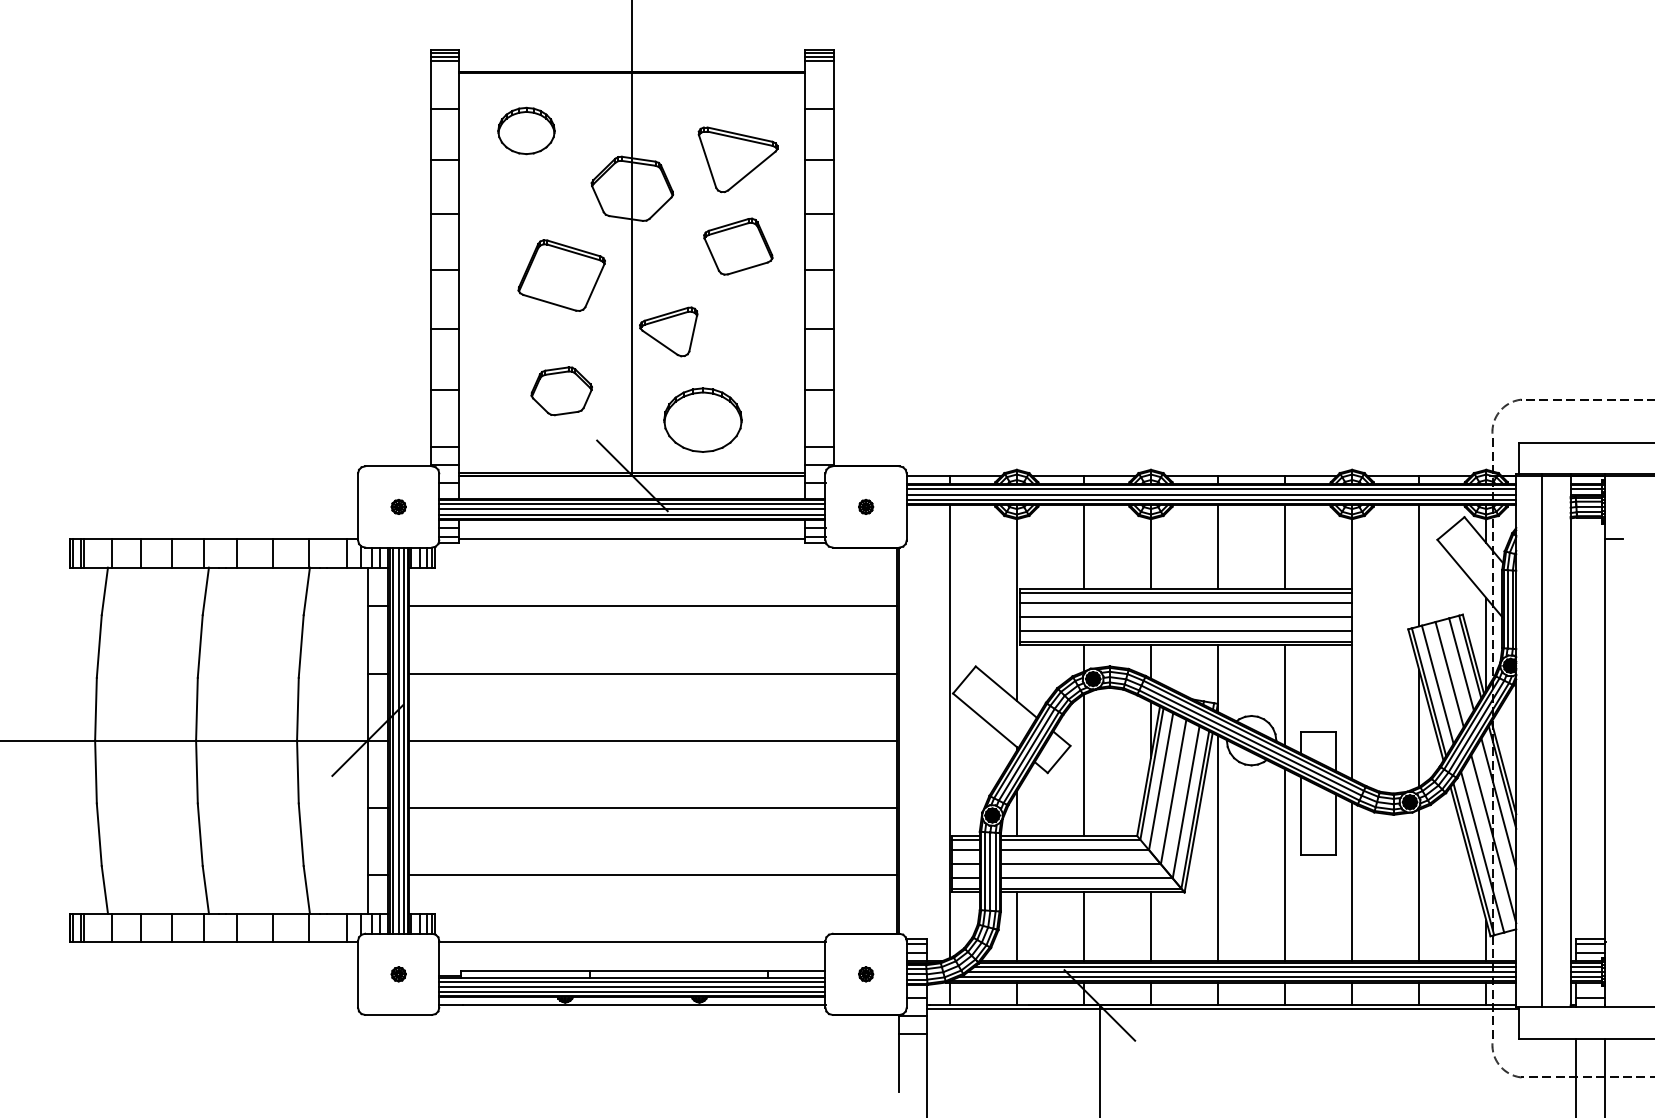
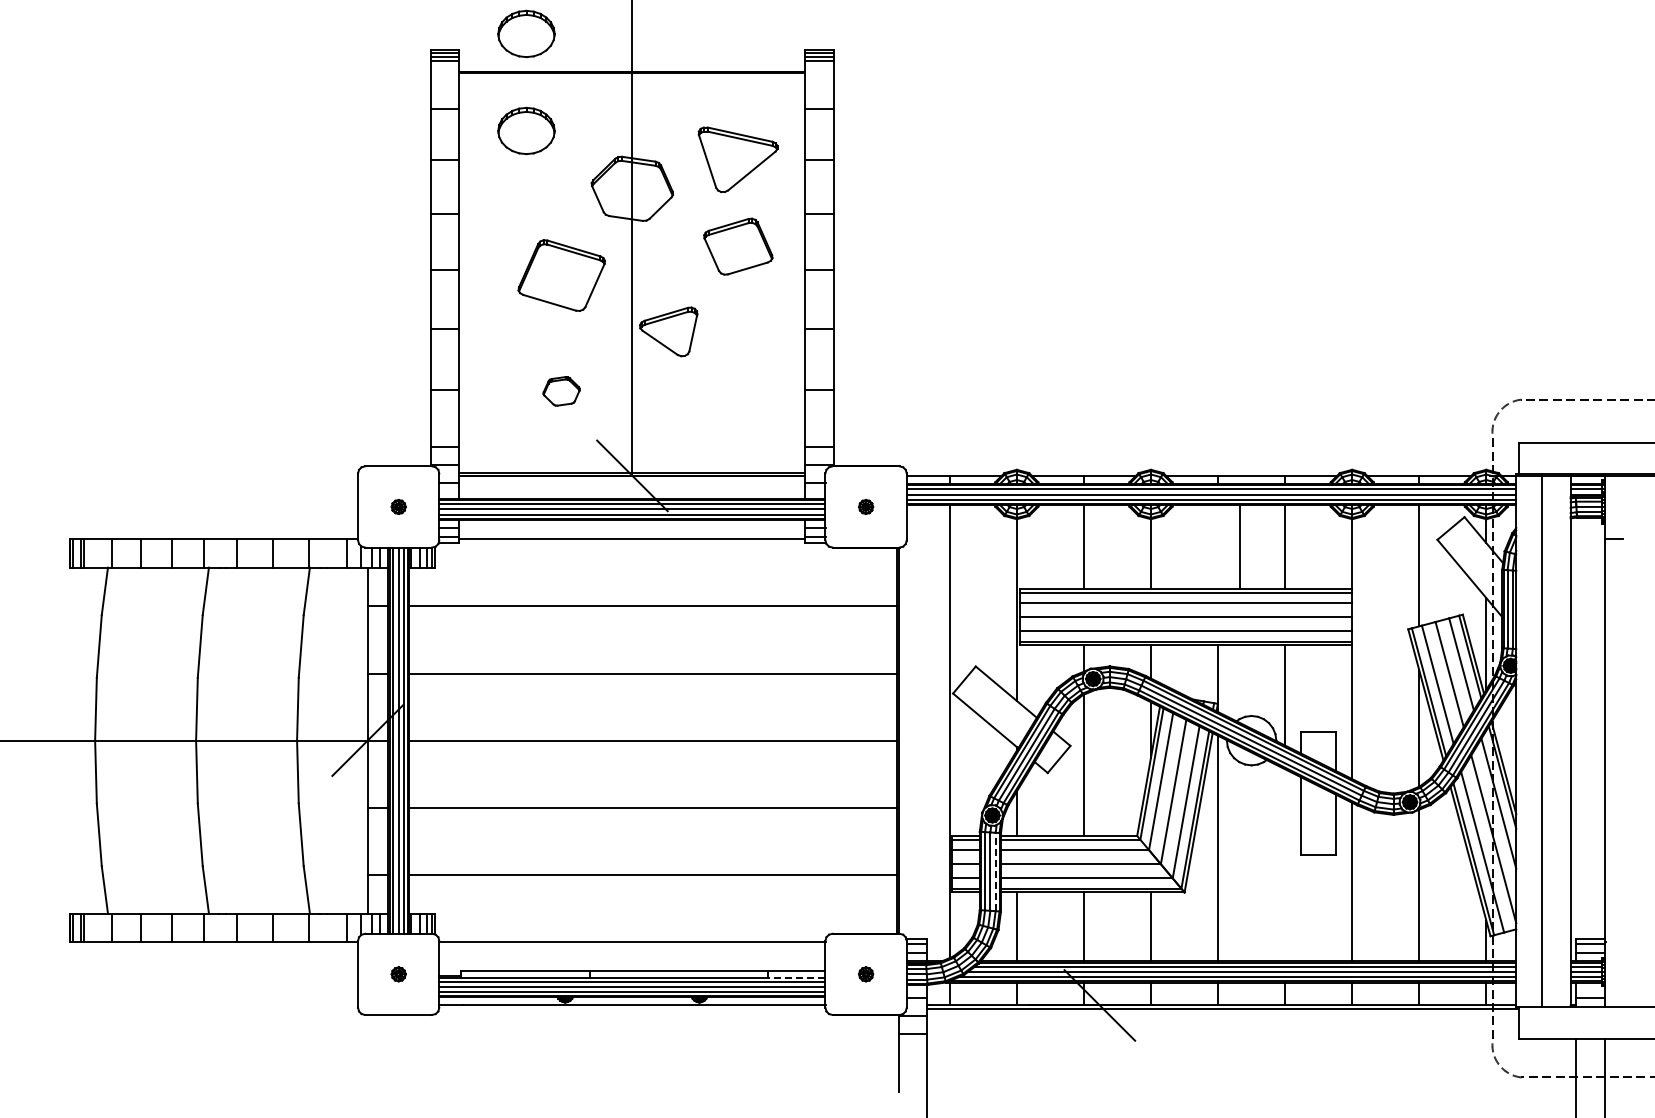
part at (526, 33): none -> present
part at (561, 391) size: 63x51 px -> 39x31 px
part at (702, 419): present -> none
line at (1218, 546) position: (1218, 546) -> (1240, 546)
line at (1285, 865): present -> none
line at (995, 871): solid -> dashed
line at (796, 977): solid -> dashed
line at (1099, 1059): present -> none
